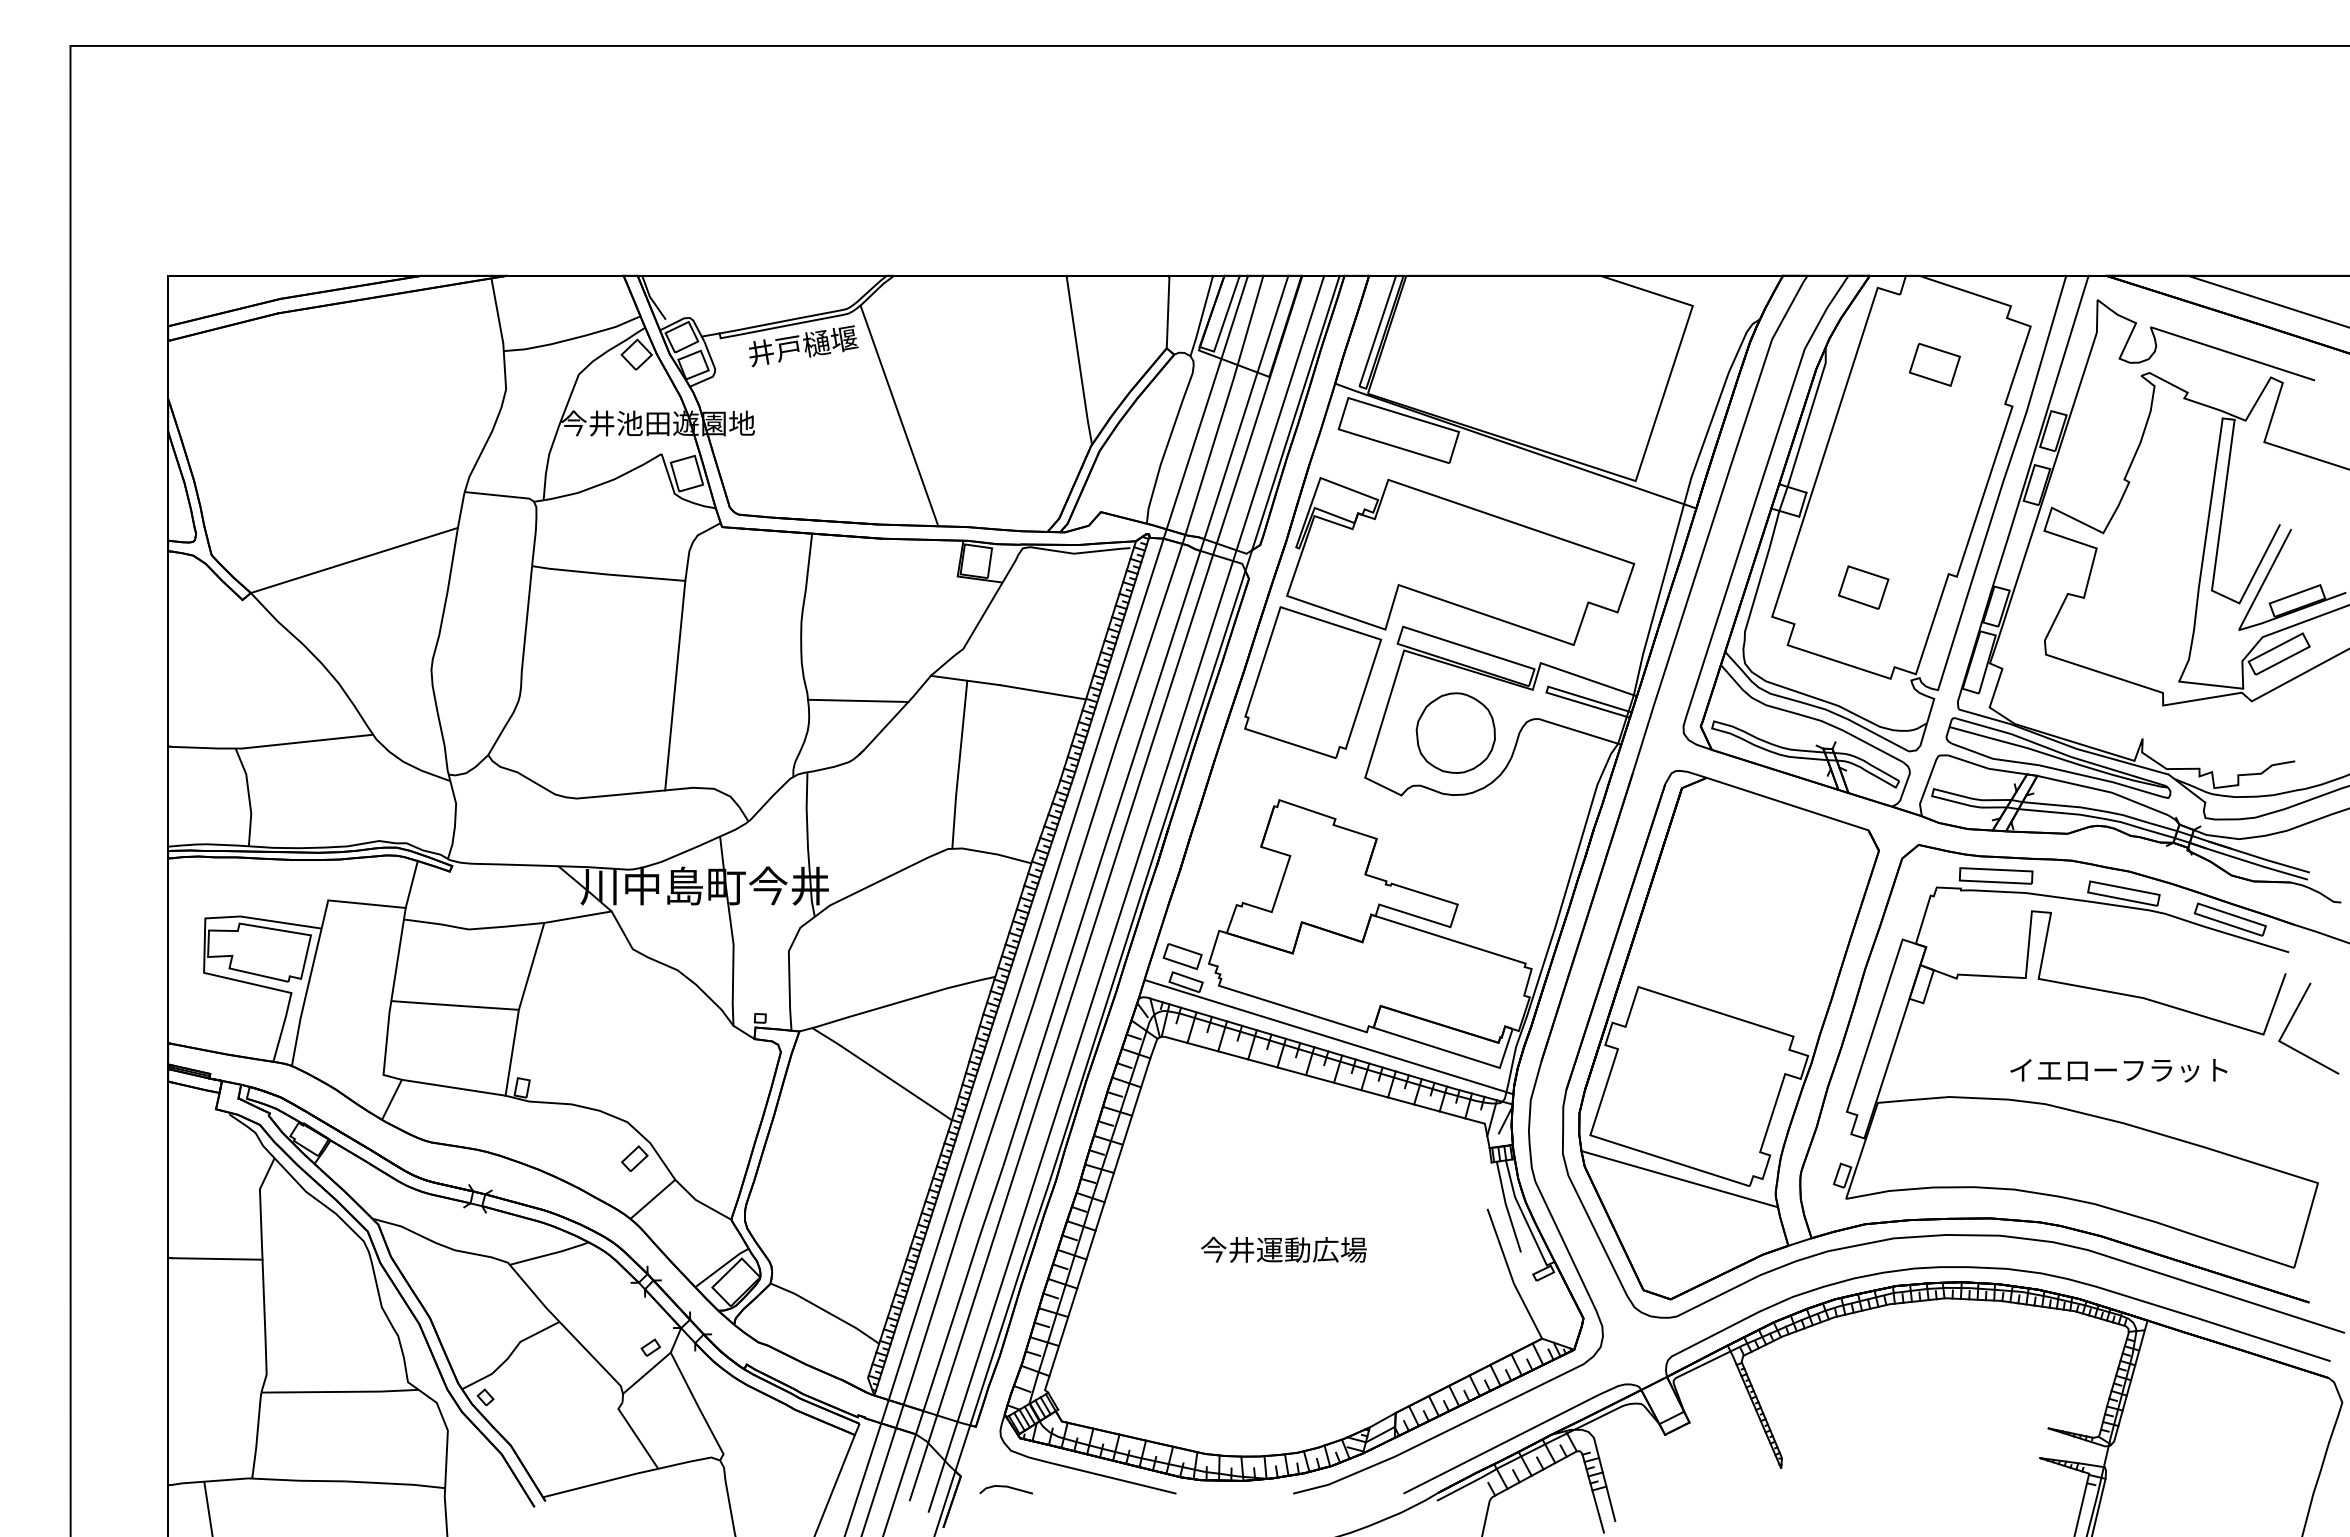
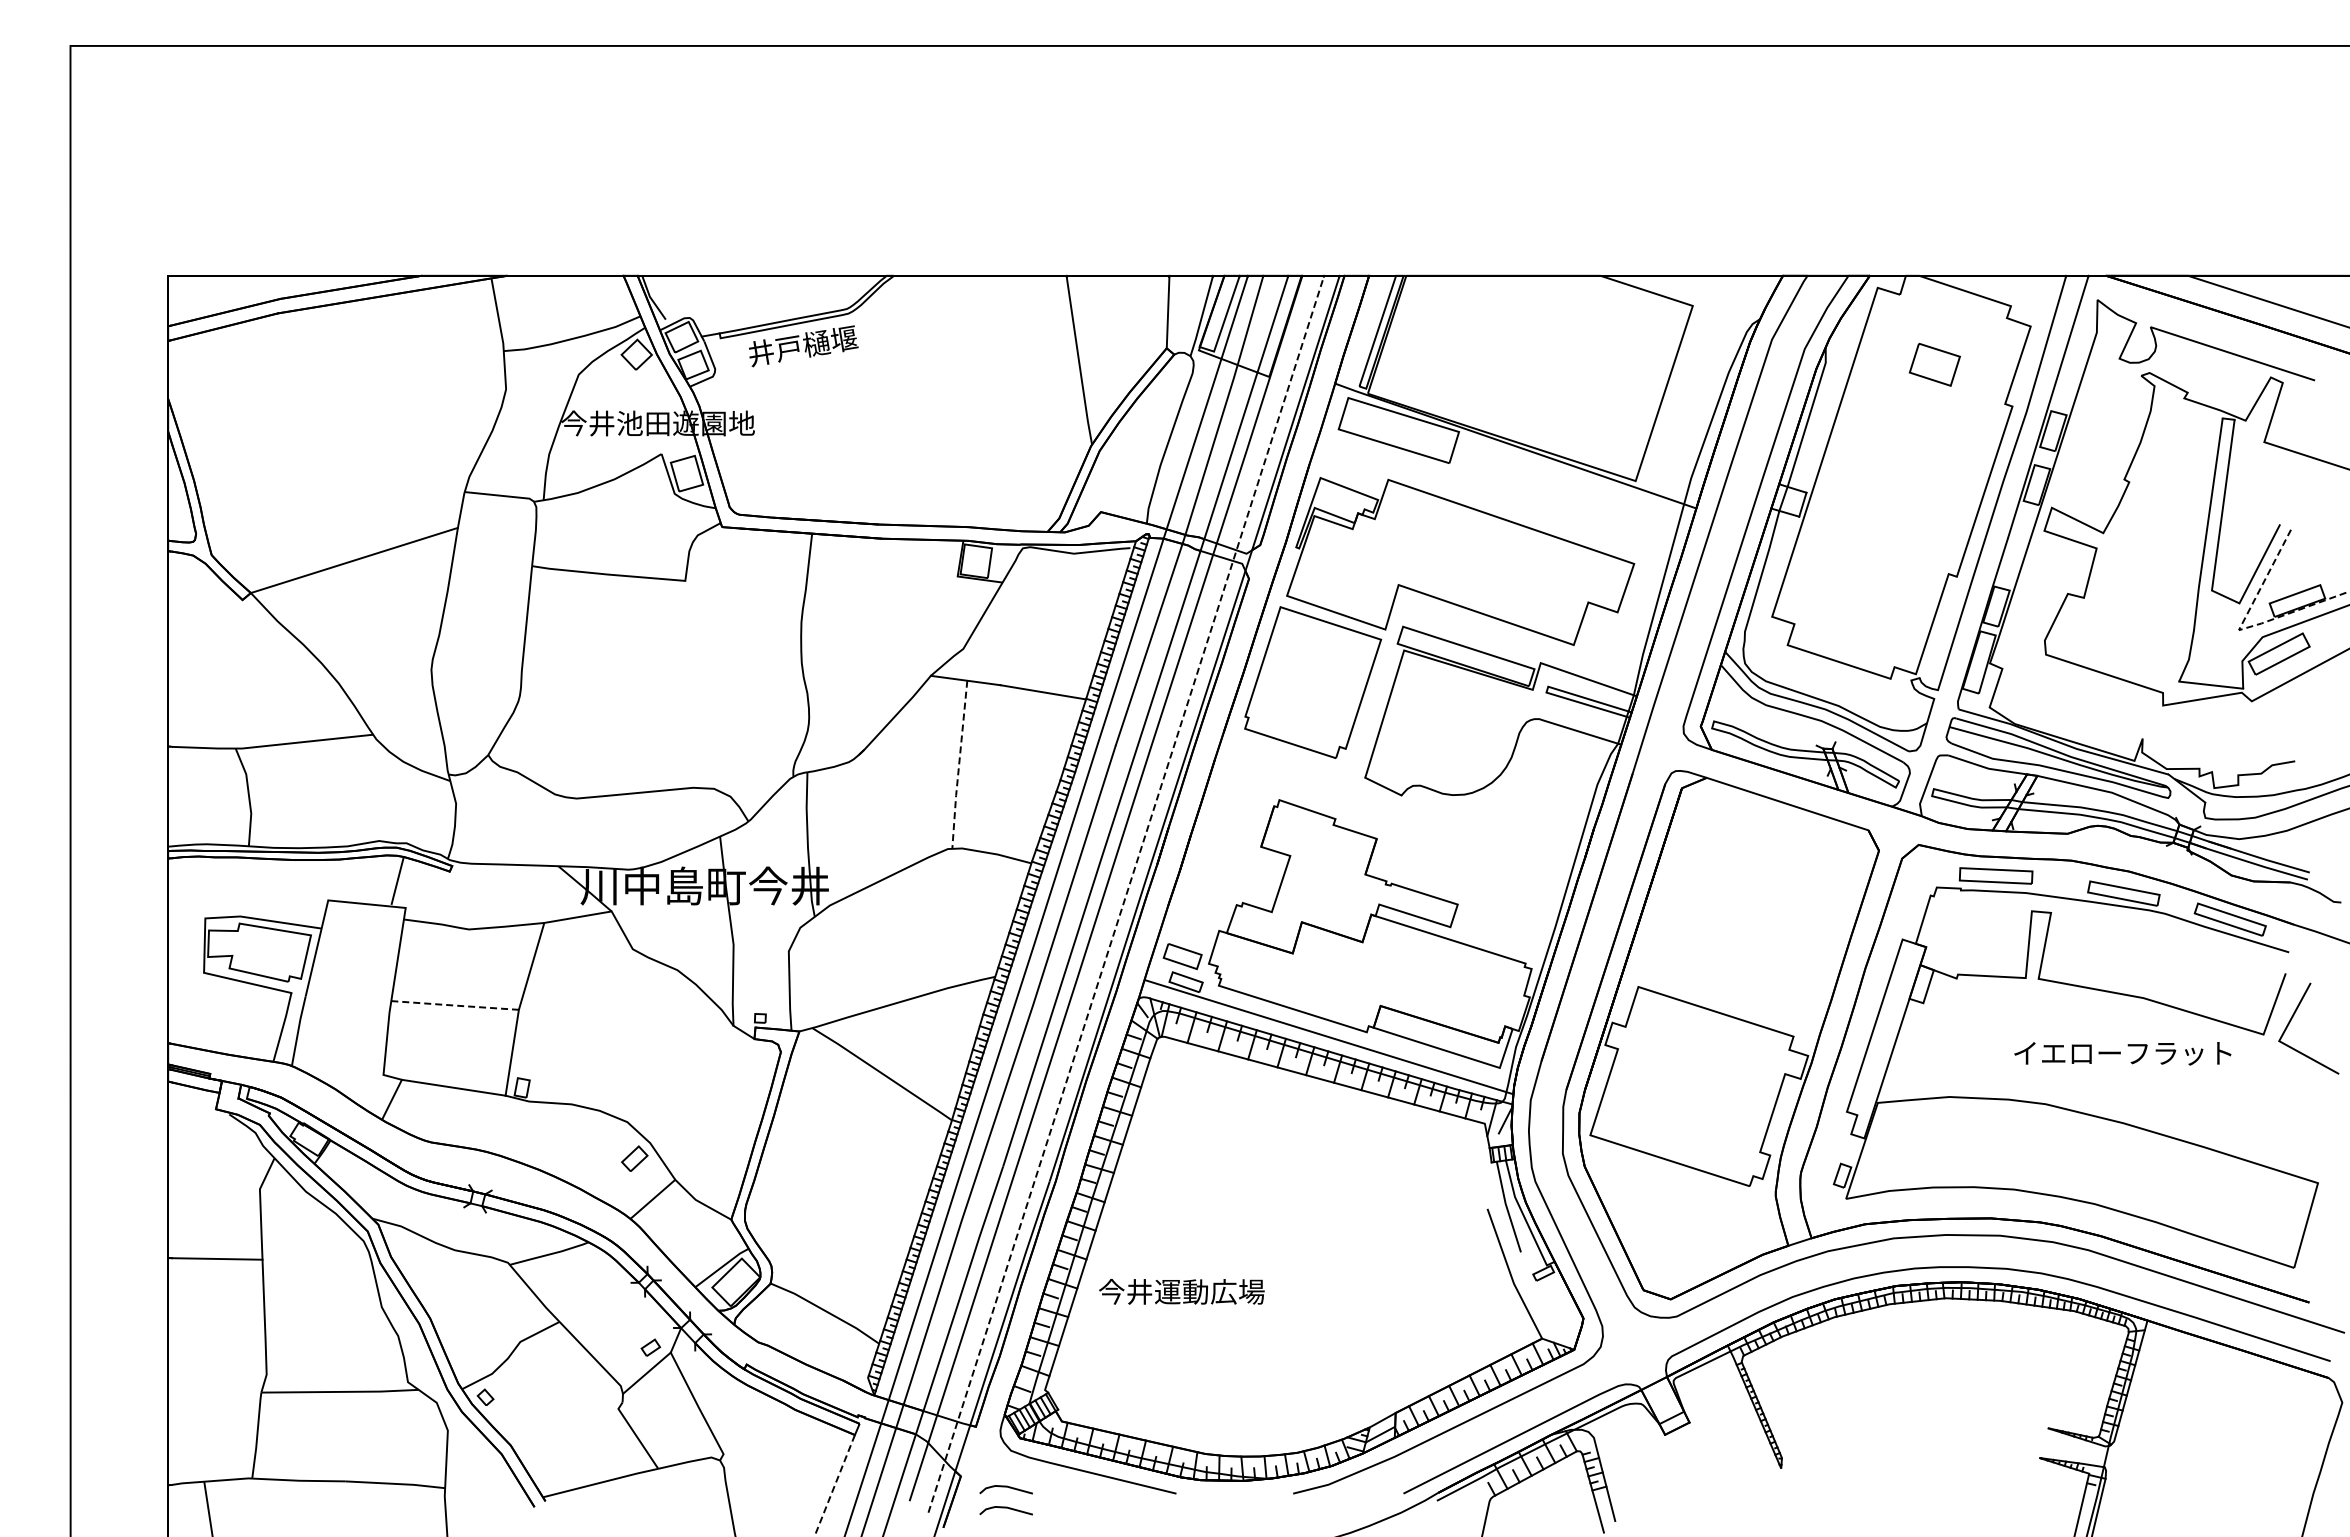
line at (899, 415): present -> none
part at (1863, 587): present -> none
line at (2238, 630): solid -> dashed
line at (675, 685): present -> none
line at (858, 700): present -> none
part at (1455, 732): present -> none
line at (959, 765): solid -> dashed
line at (411, 884) position: (411, 884) -> (397, 880)
line at (1126, 894): solid -> dashed
line at (455, 1005): solid -> dashed
text at (2118, 1070) position: (2118, 1070) -> (2122, 1053)
line at (1679, 1179): present -> none
text at (1283, 1249) position: (1283, 1249) -> (1181, 1291)
line at (834, 1486): solid -> dashed
curve at (1005, 1508): none -> present
